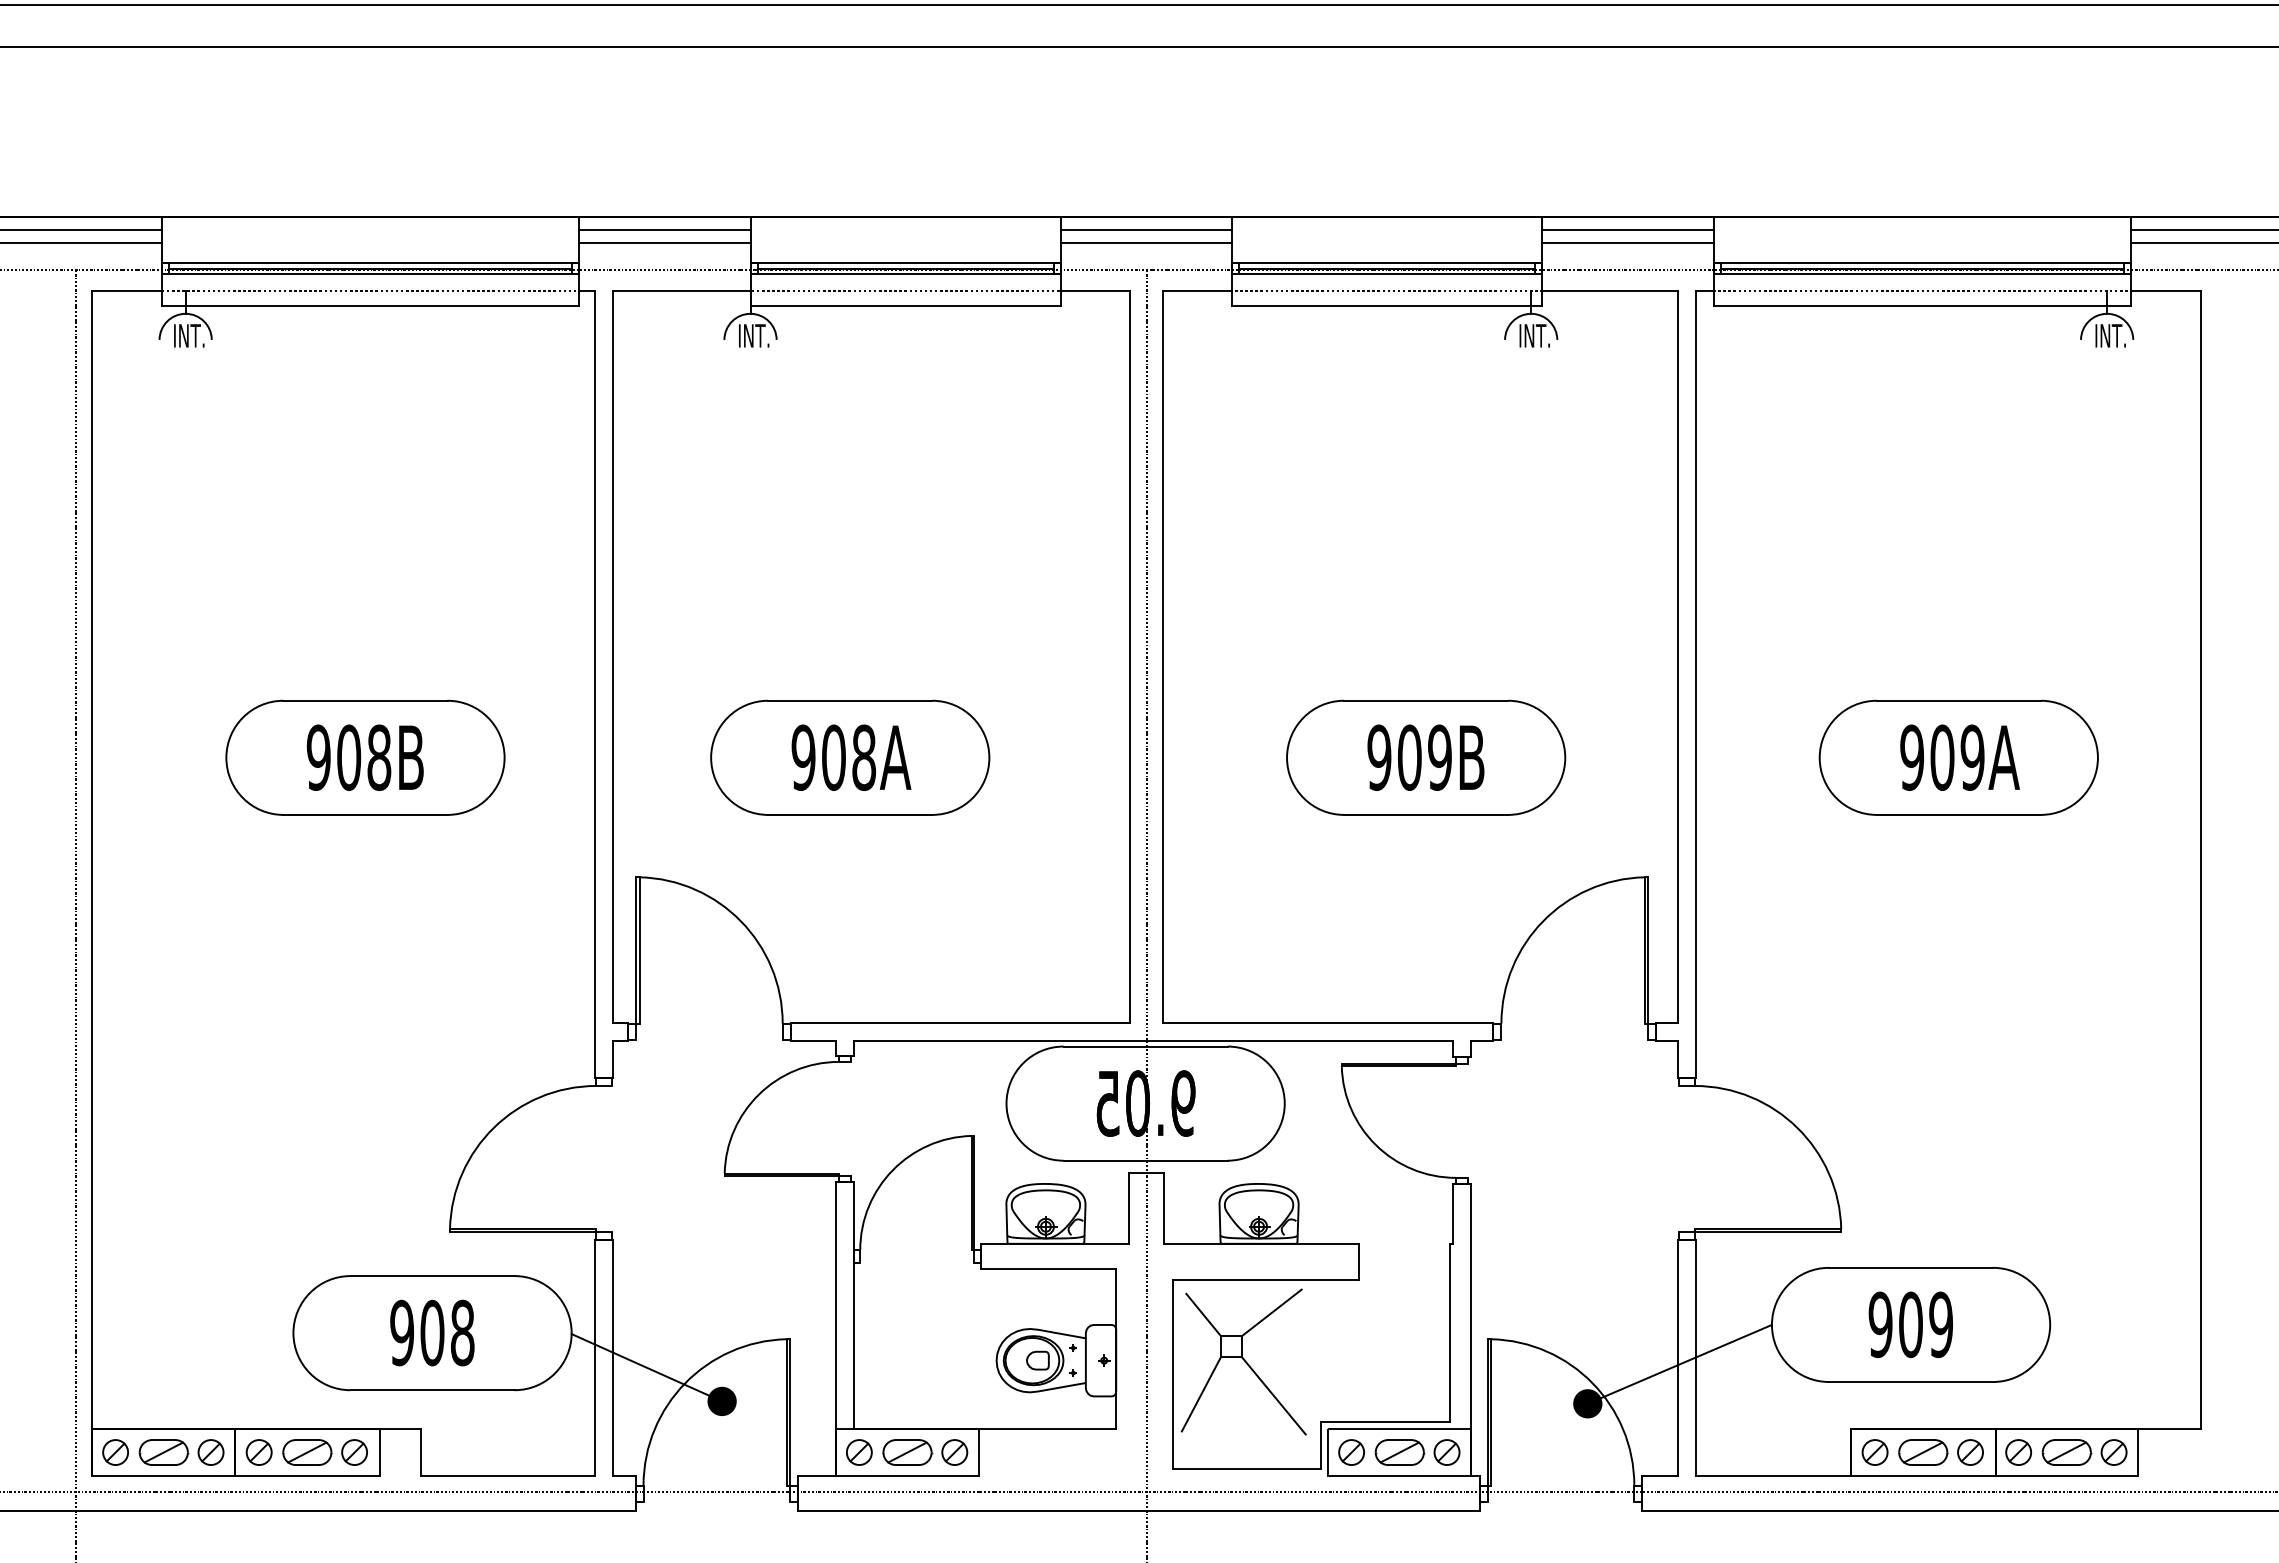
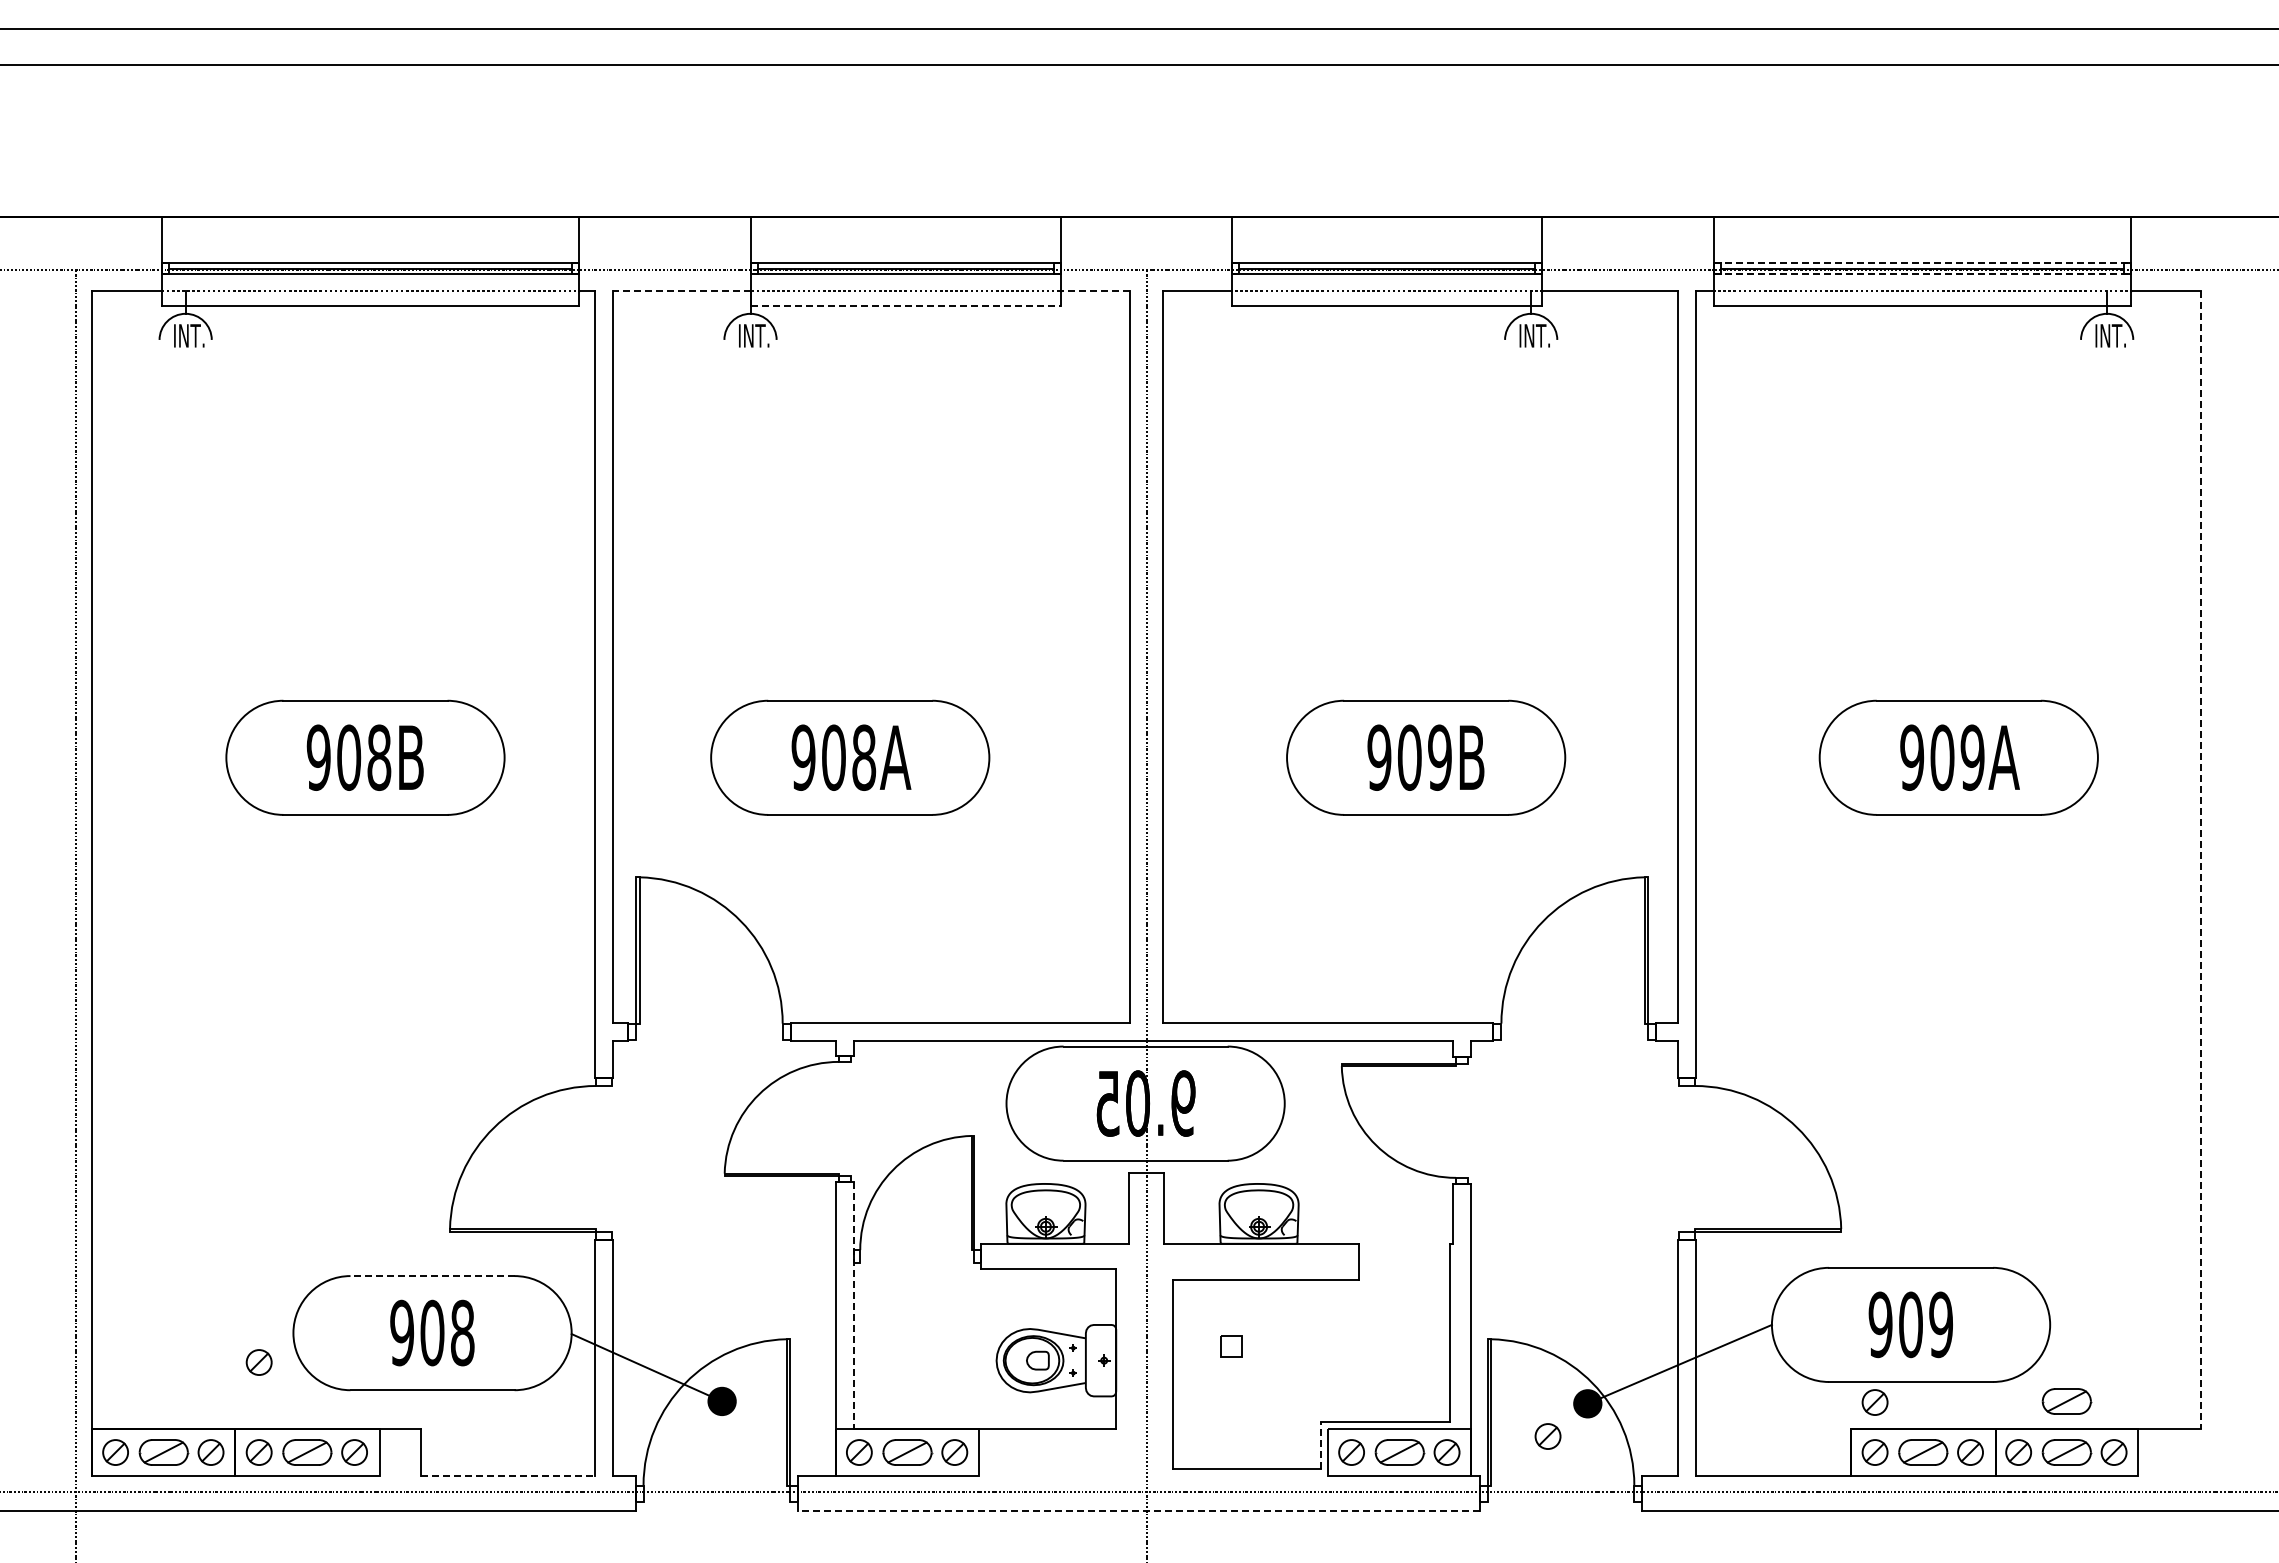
line at (1138, 5) position: (1138, 5) -> (1138, 29)
line at (1138, 46) position: (1138, 46) -> (1138, 64)
line at (82, 229): present -> none
line at (664, 229): present -> none
line at (1146, 229): present -> none
line at (1627, 229): present -> none
line at (2203, 229): present -> none
line at (82, 243): present -> none
line at (664, 243): present -> none
line at (1146, 243): present -> none
line at (1627, 243): present -> none
line at (2203, 243): present -> none
line at (1922, 263): solid -> dashed
line at (1922, 274): solid -> dashed
line at (681, 291): solid -> dashed
line at (1095, 291): solid -> dashed
line at (906, 305): solid -> dashed
line at (2200, 860): solid -> dashed
line at (432, 1276): solid -> dashed
line at (854, 1305): solid -> dashed
line at (1271, 1312): present -> none
line at (1203, 1314): present -> none
part at (258, 1362): none -> present
line at (1201, 1393): present -> none
line at (1273, 1395): present -> none
part at (2066, 1401): none -> present
part at (1874, 1402): none -> present
part at (1547, 1436): none -> present
line at (1321, 1444): solid -> dashed
line at (508, 1475): solid -> dashed
line at (1138, 1511): solid -> dashed
